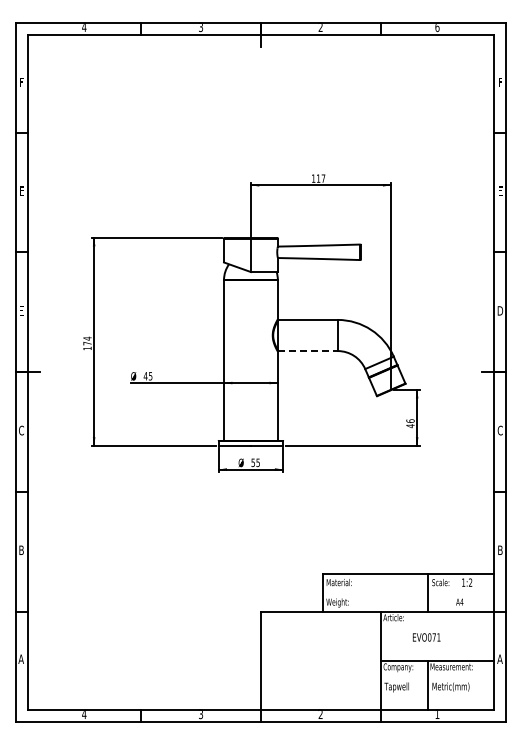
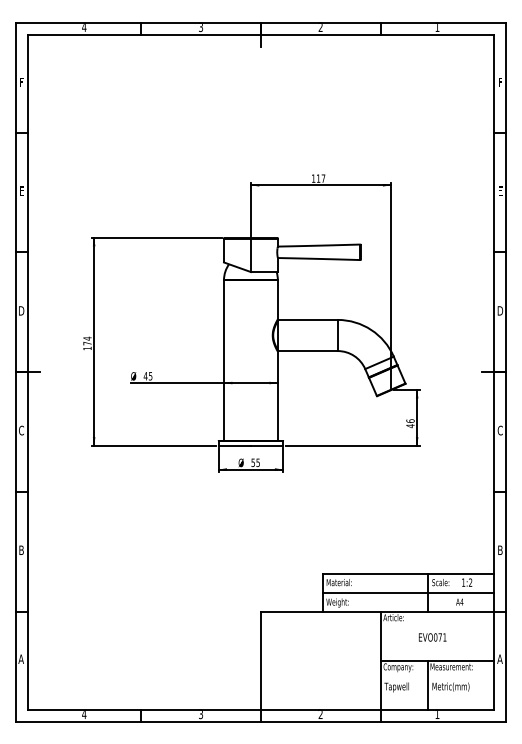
text at (437, 28): 6 -> 1
text at (21, 310): E -> D
line at (308, 351): dashed -> solid
line at (408, 592): none -> present
text at (426, 637) position: (426, 637) -> (432, 637)
